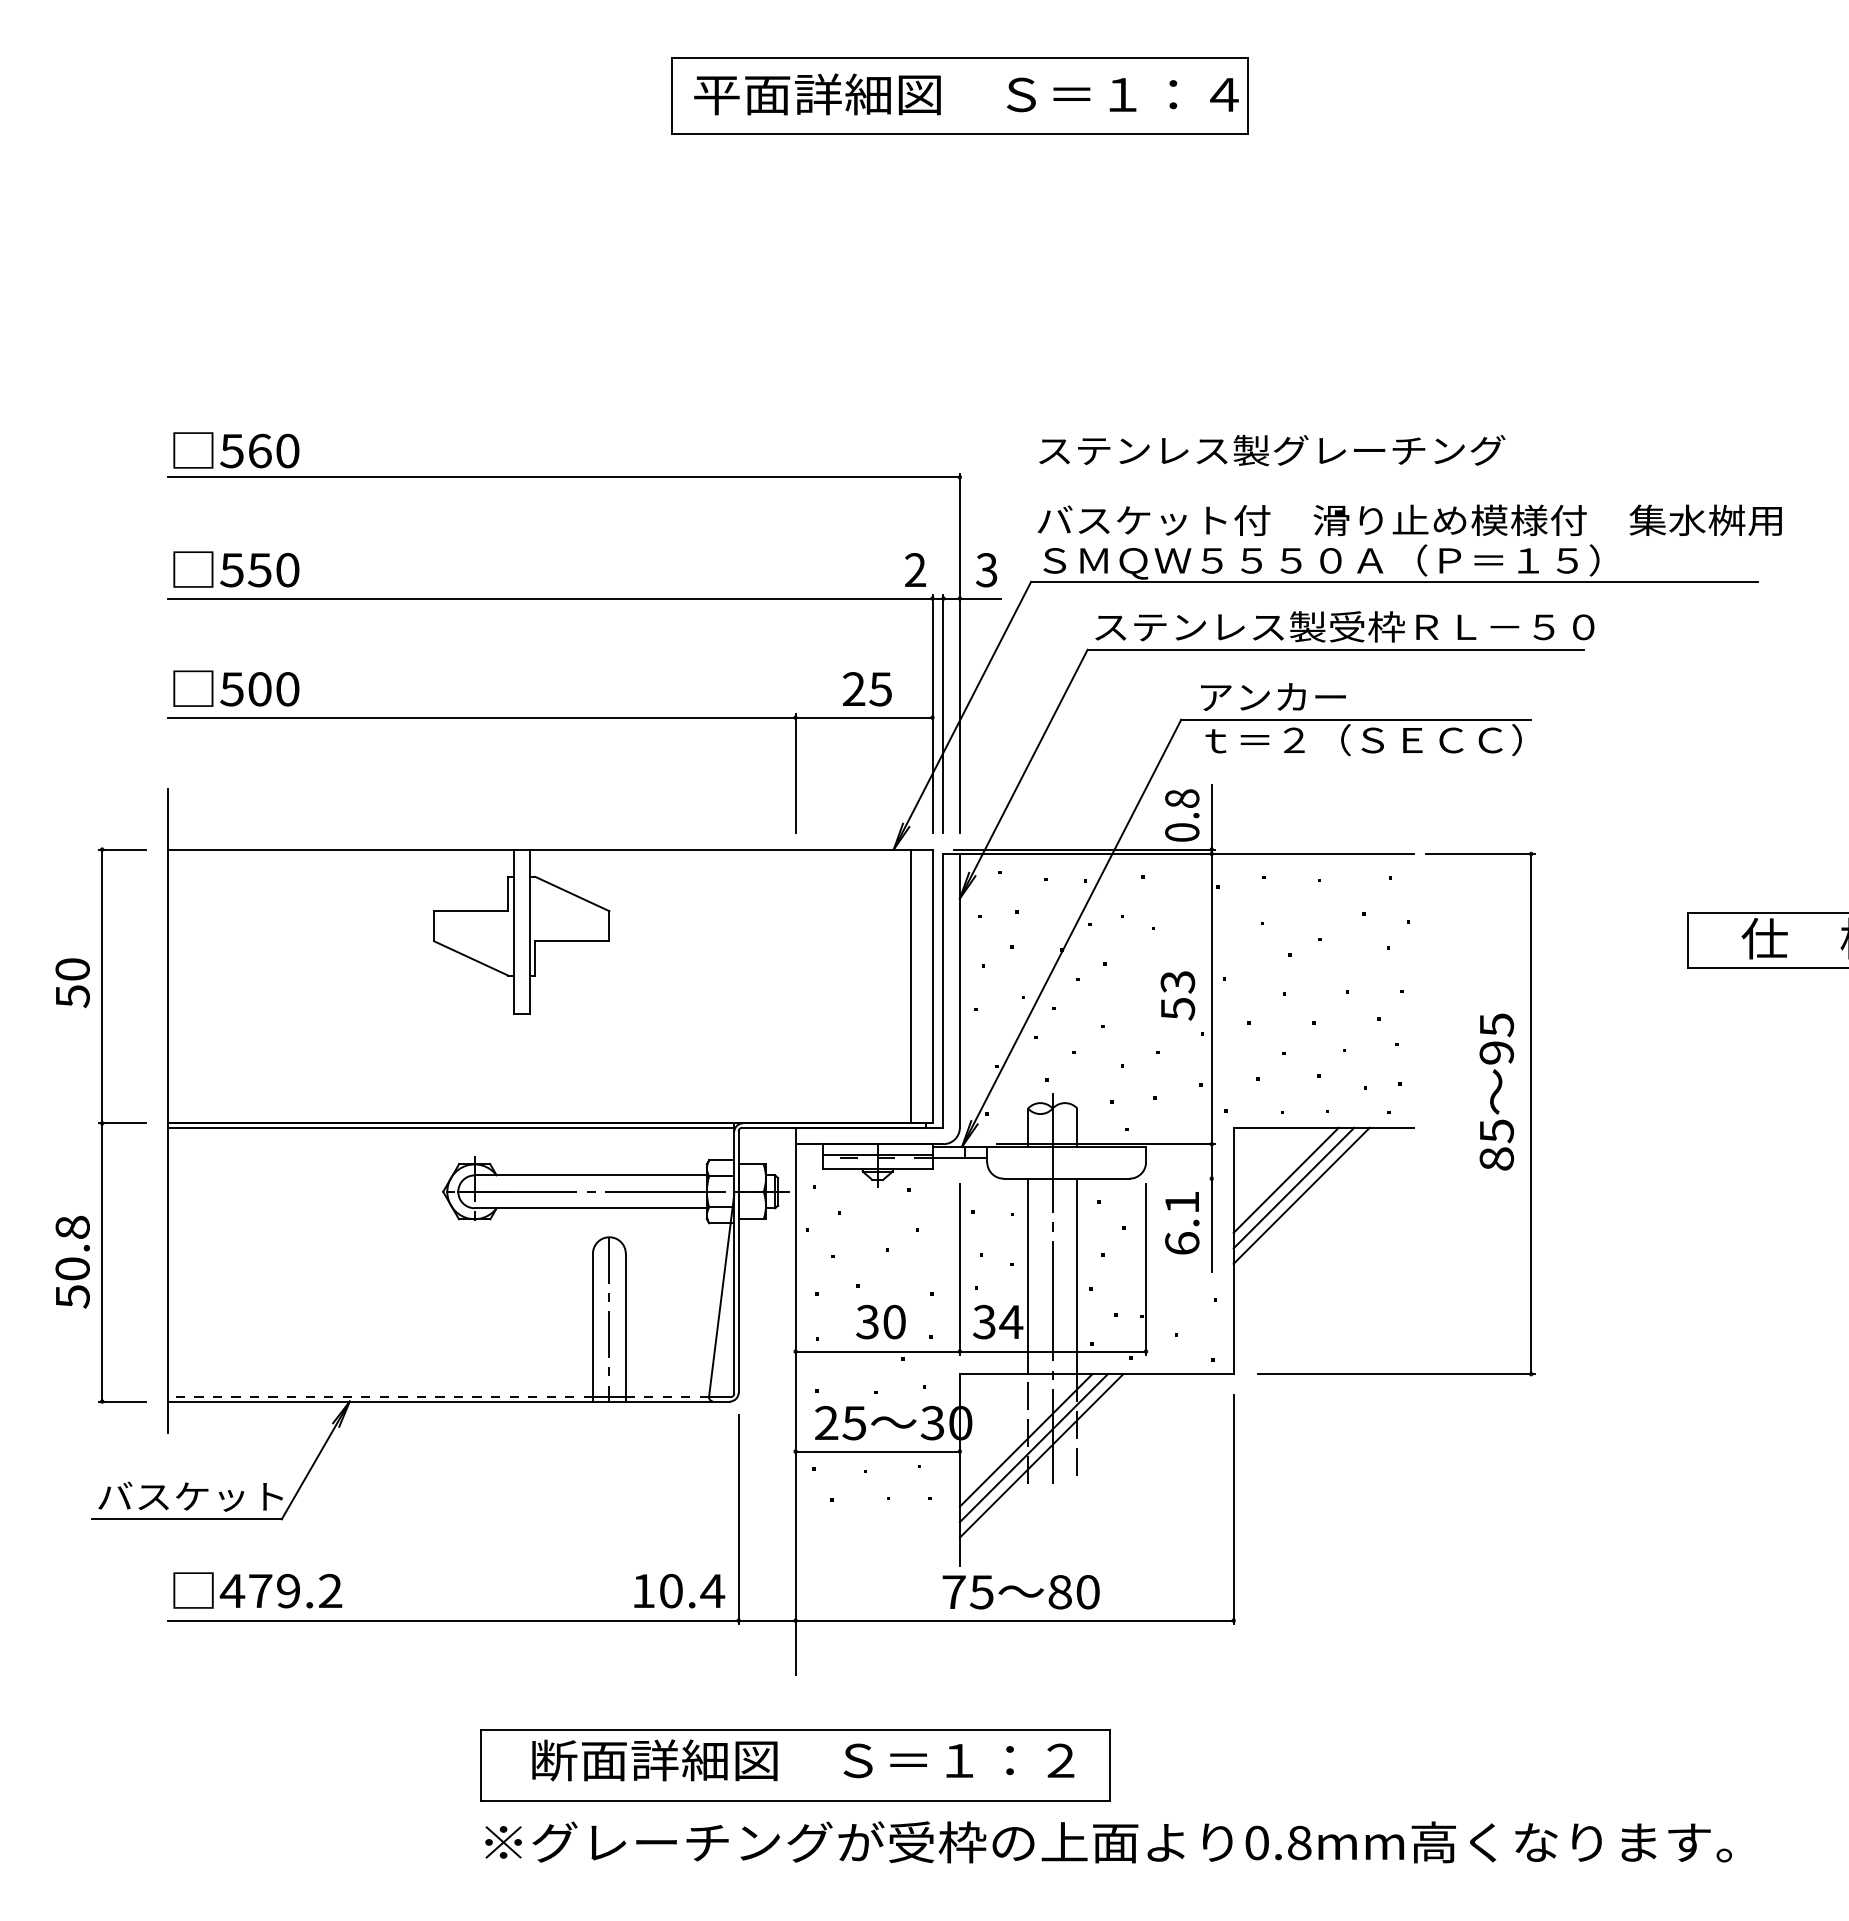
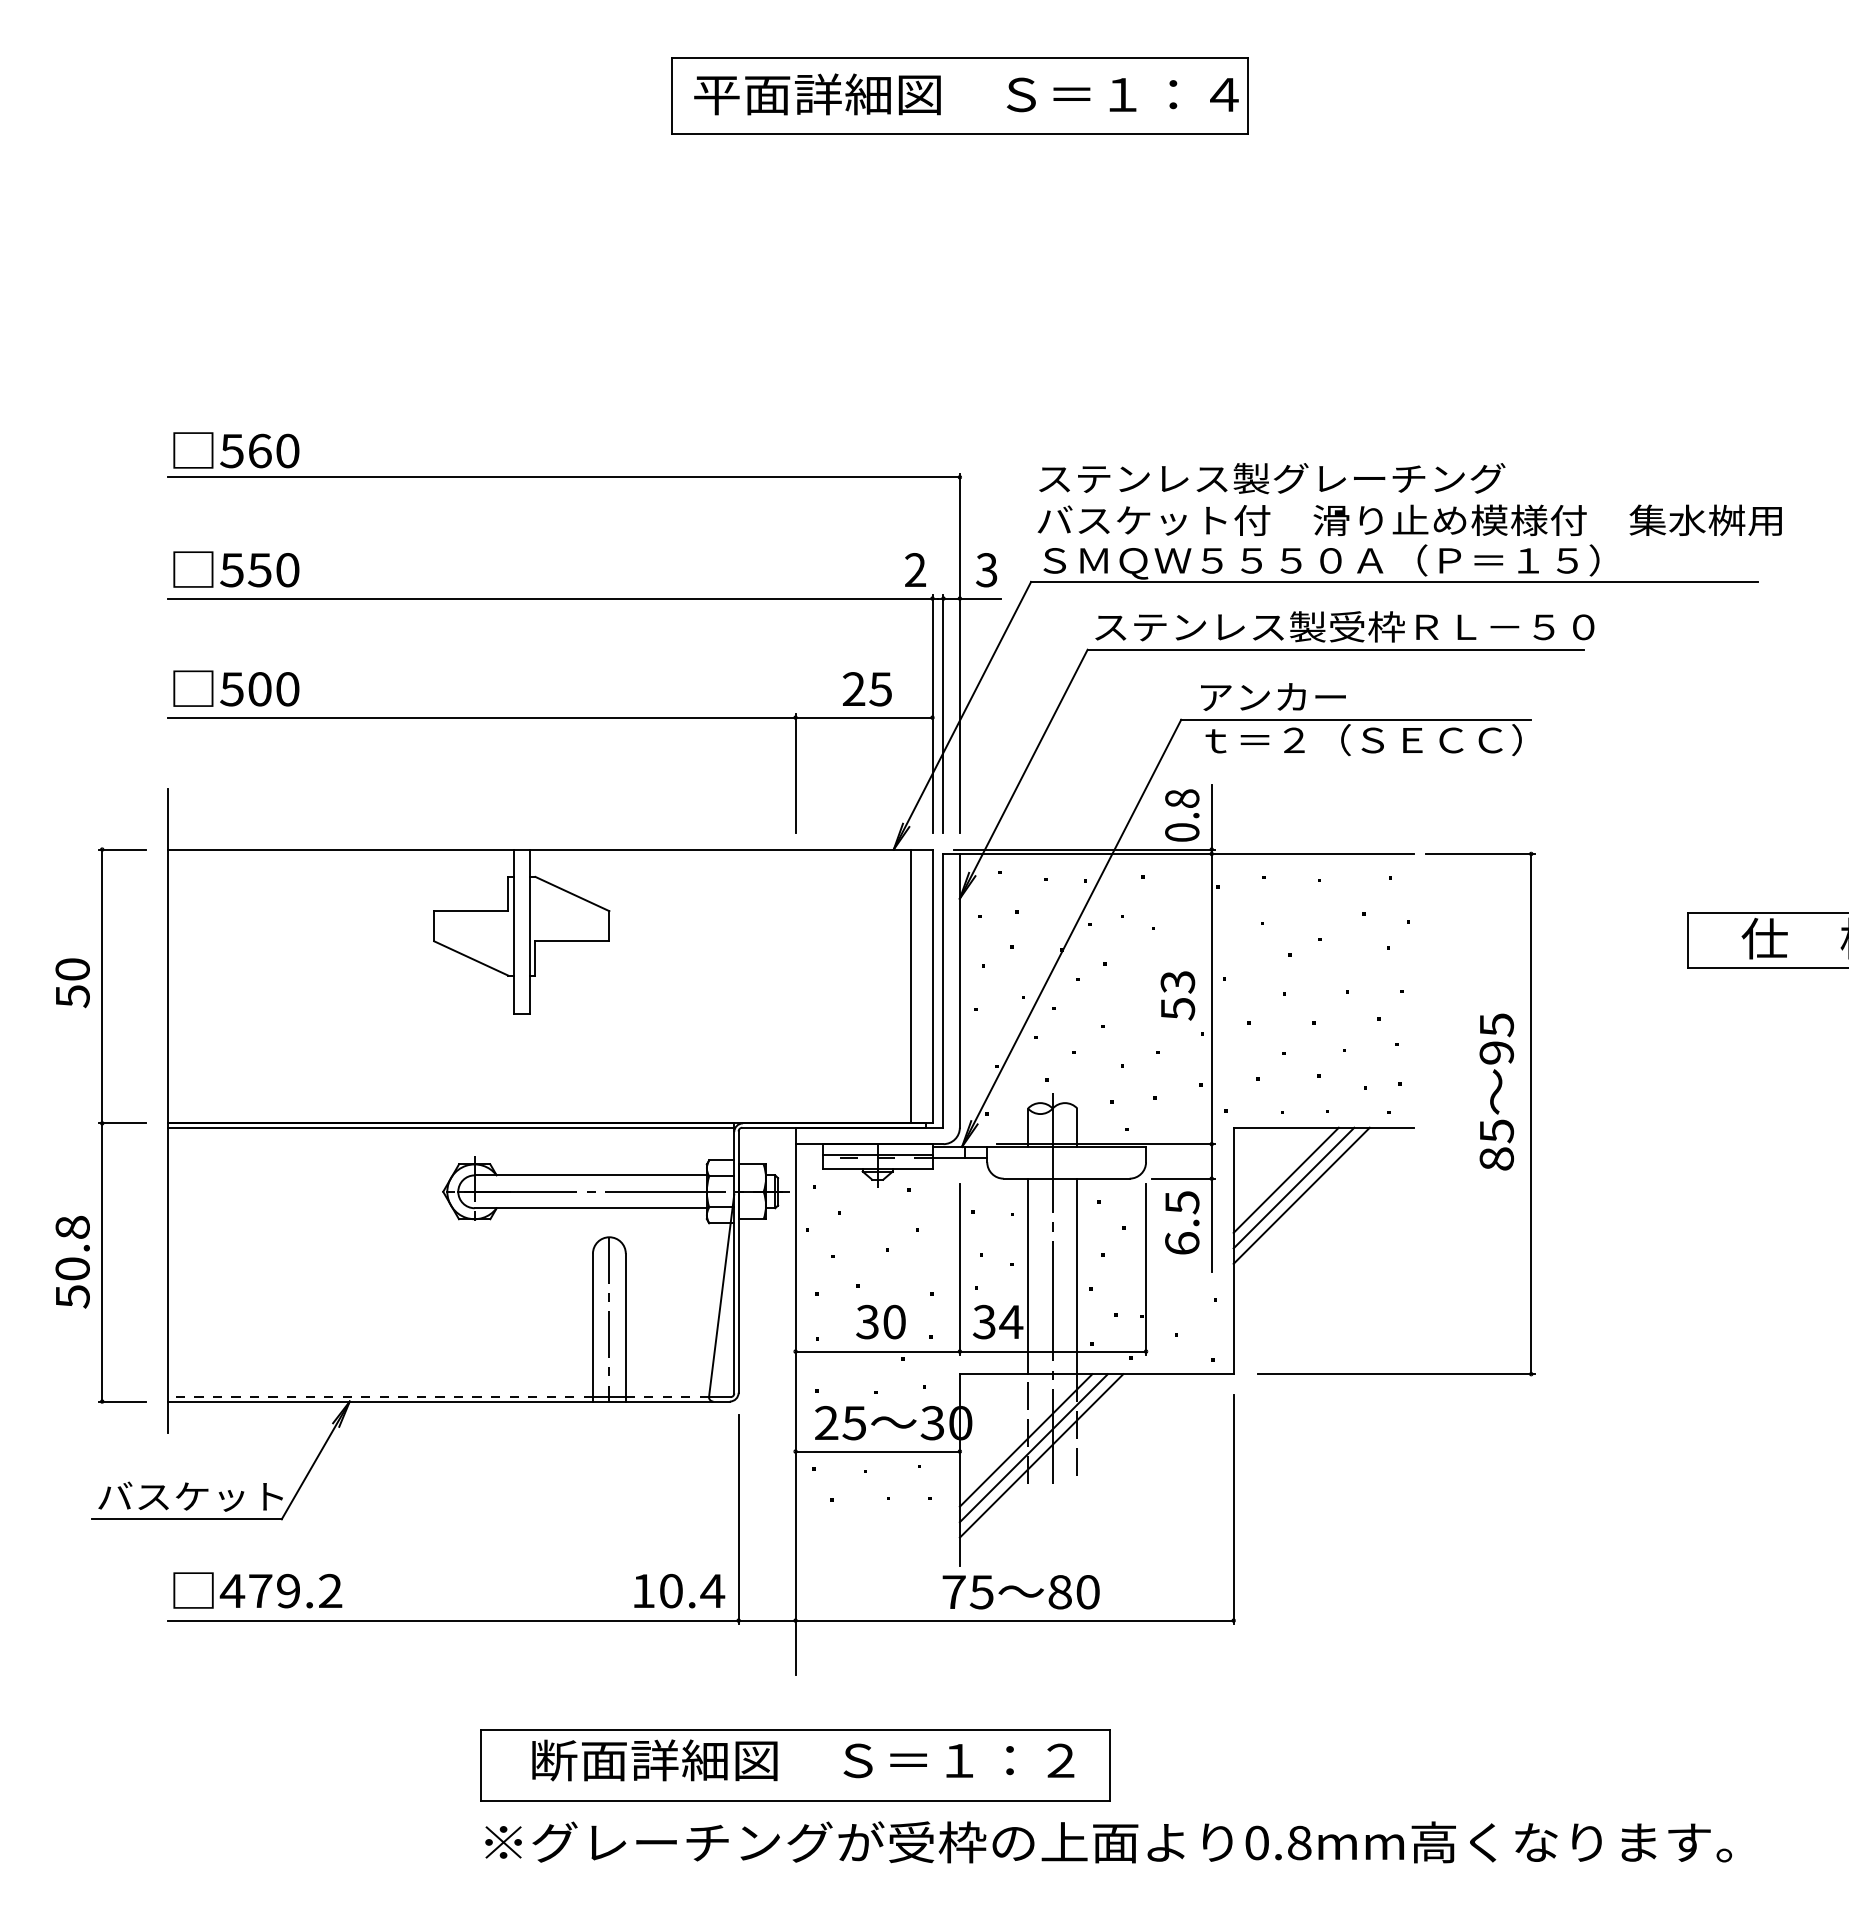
text at (1272, 450) position: (1272, 450) -> (1272, 478)
line at (1183, 1178): none -> present
text at (1182, 1202): 6.1 -> 6.5
